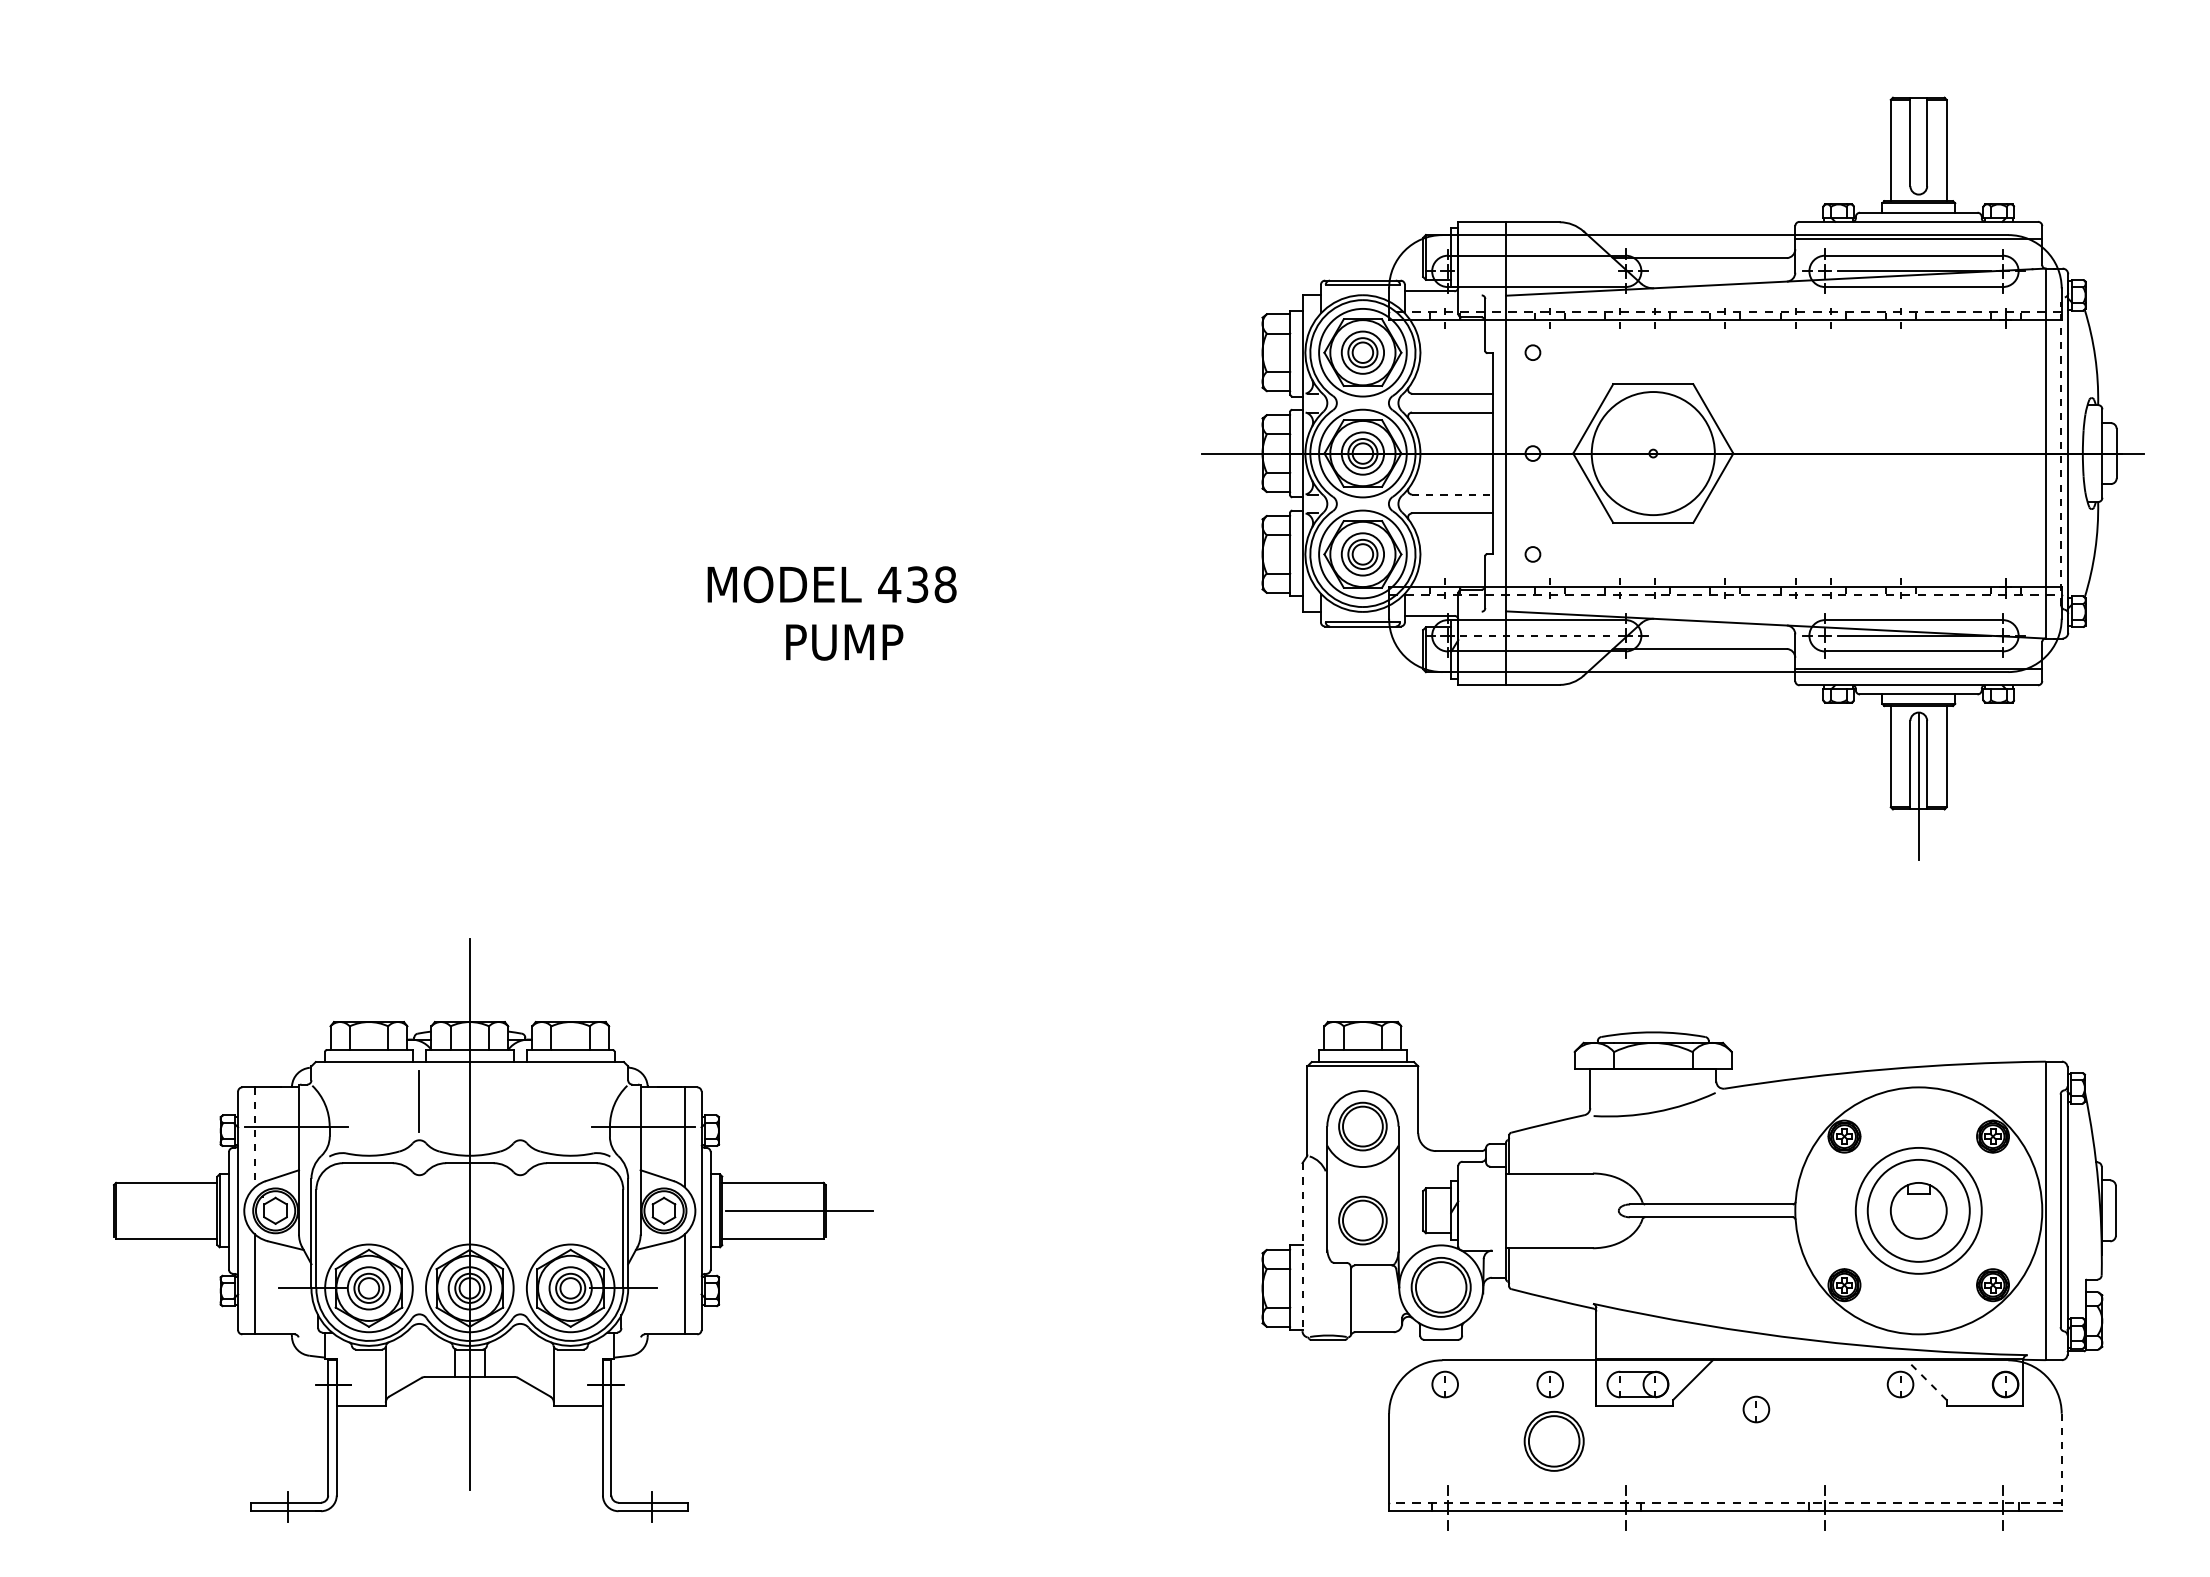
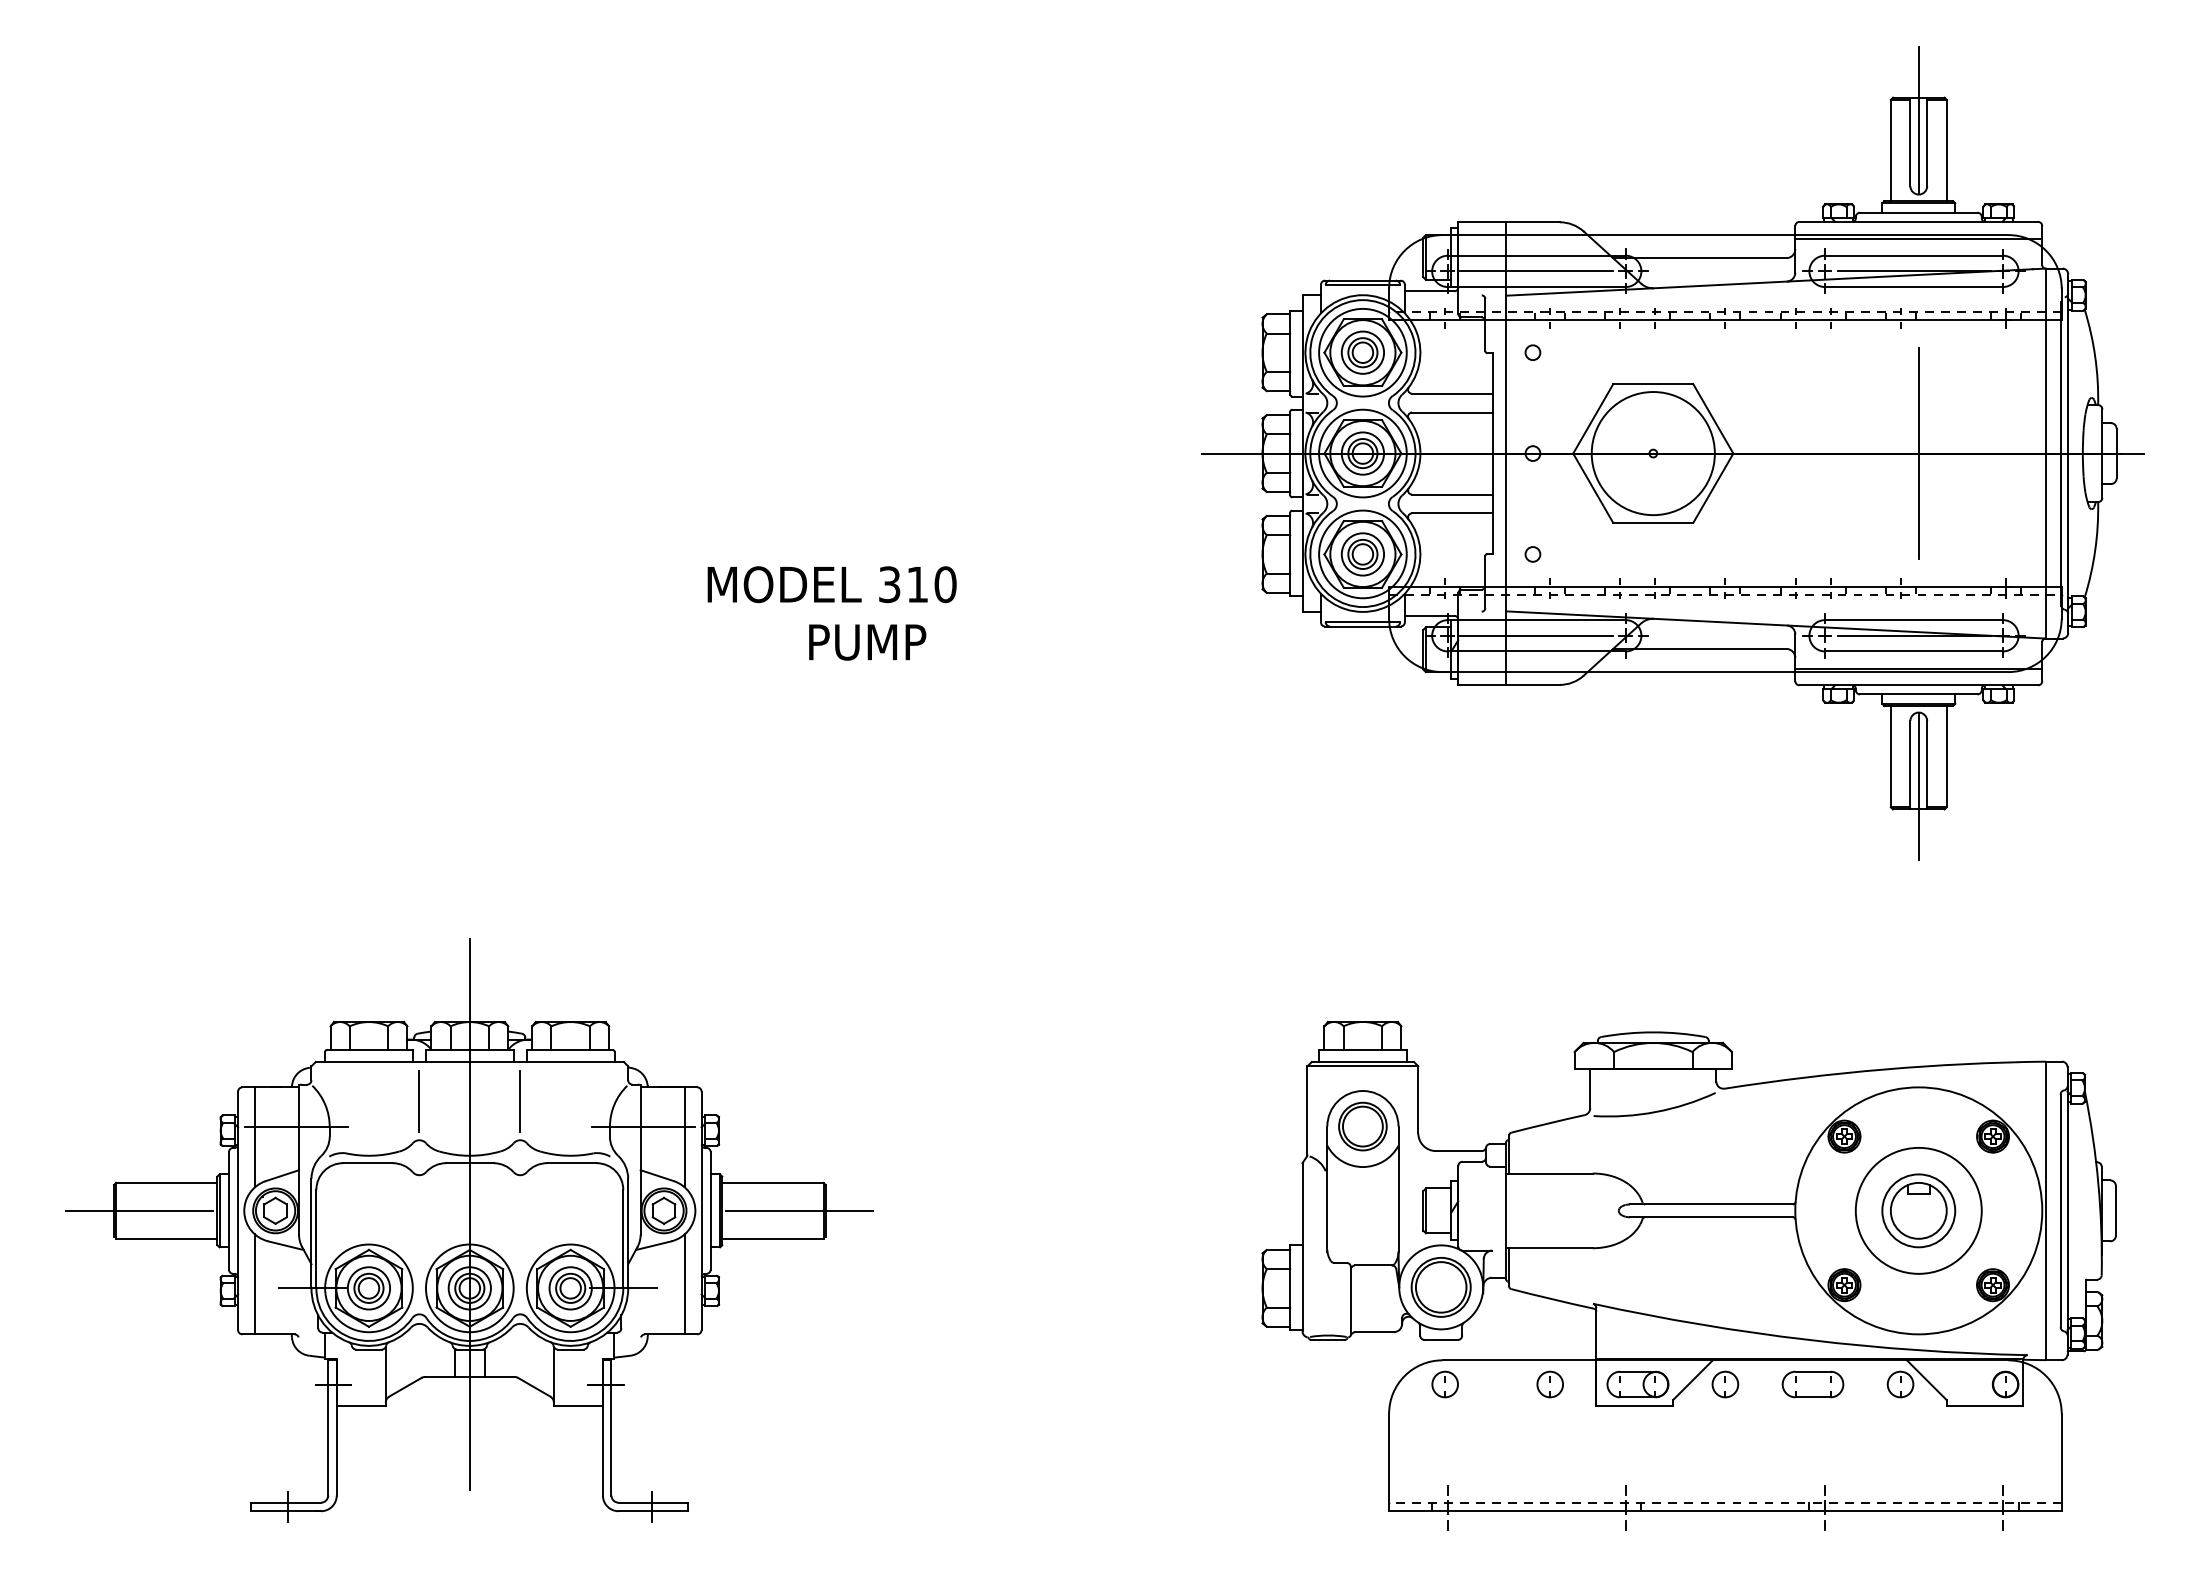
line at (1918, 120): none -> present
line at (1536, 271): none -> present
line at (1918, 453): none -> present
line at (2061, 453): dashed -> solid
line at (1452, 494): dashed -> solid
text at (917, 584): 438 -> 310
line at (1537, 635): dashed -> solid
text at (844, 642) position: (844, 642) -> (867, 642)
line at (520, 1101): none -> present
line at (254, 1137): dashed -> solid
line at (139, 1210): none -> present
circle at (1918, 1210) diameter: 102 px -> 73 px
part at (1362, 1220): present -> none
line at (1302, 1247): dashed -> solid
line at (1926, 1379): dashed -> solid
part at (1812, 1384): none -> present
part at (1756, 1409) position: (1756, 1409) -> (1725, 1384)
part at (1553, 1441): present -> none
line at (2061, 1462): dashed -> solid
